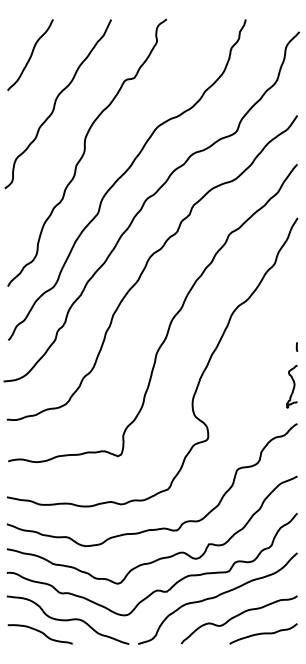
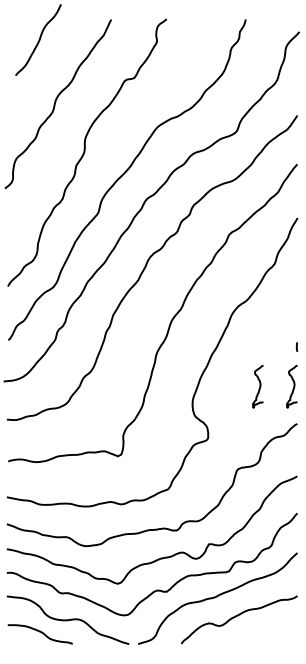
curve at (30, 54) position: (30, 54) -> (38, 39)
curve at (259, 386): none -> present
curve at (263, 633): present -> none
